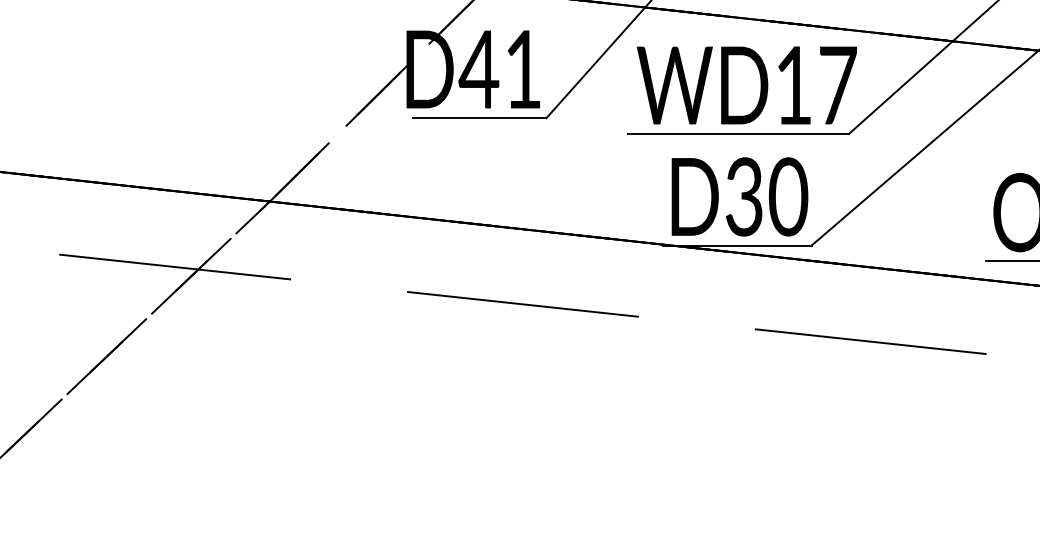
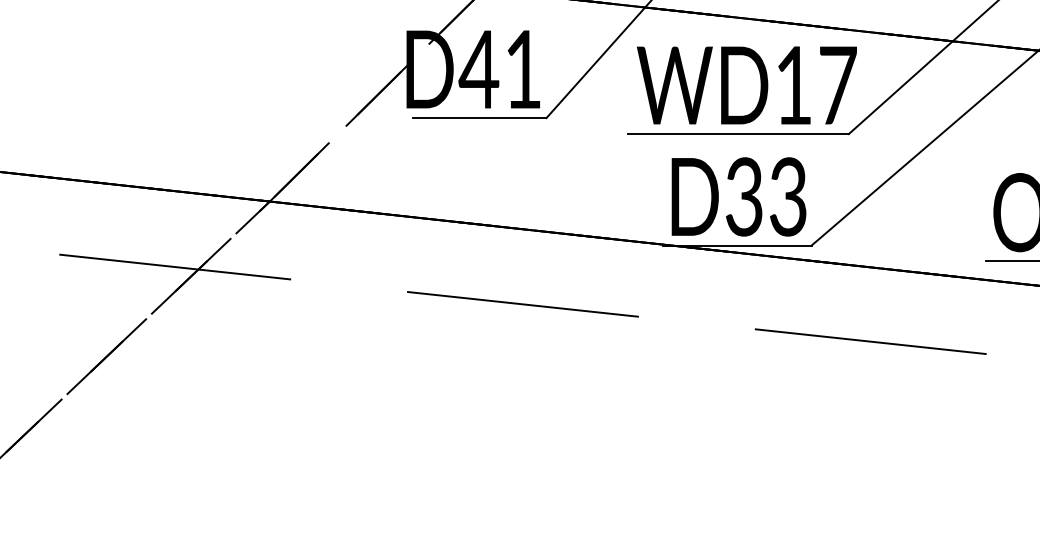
text at (788, 196): D30 -> D33
